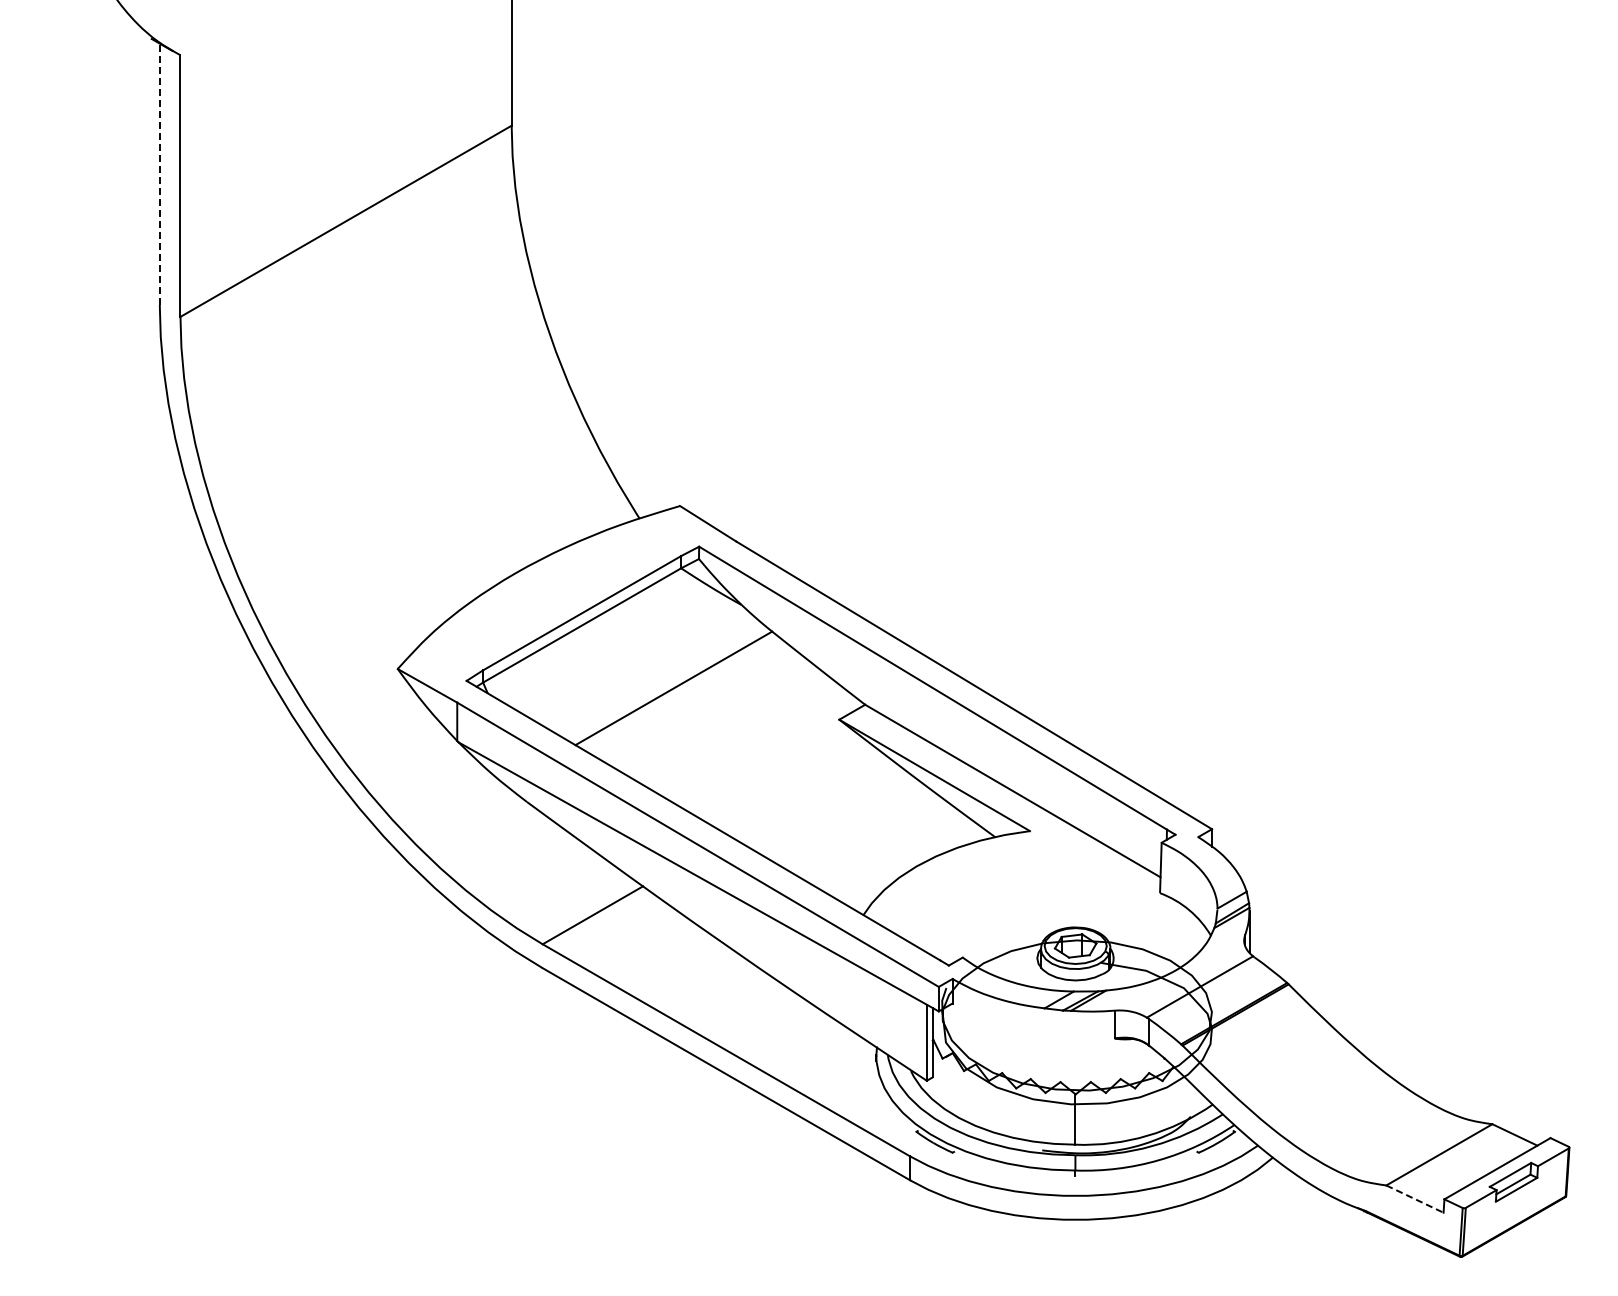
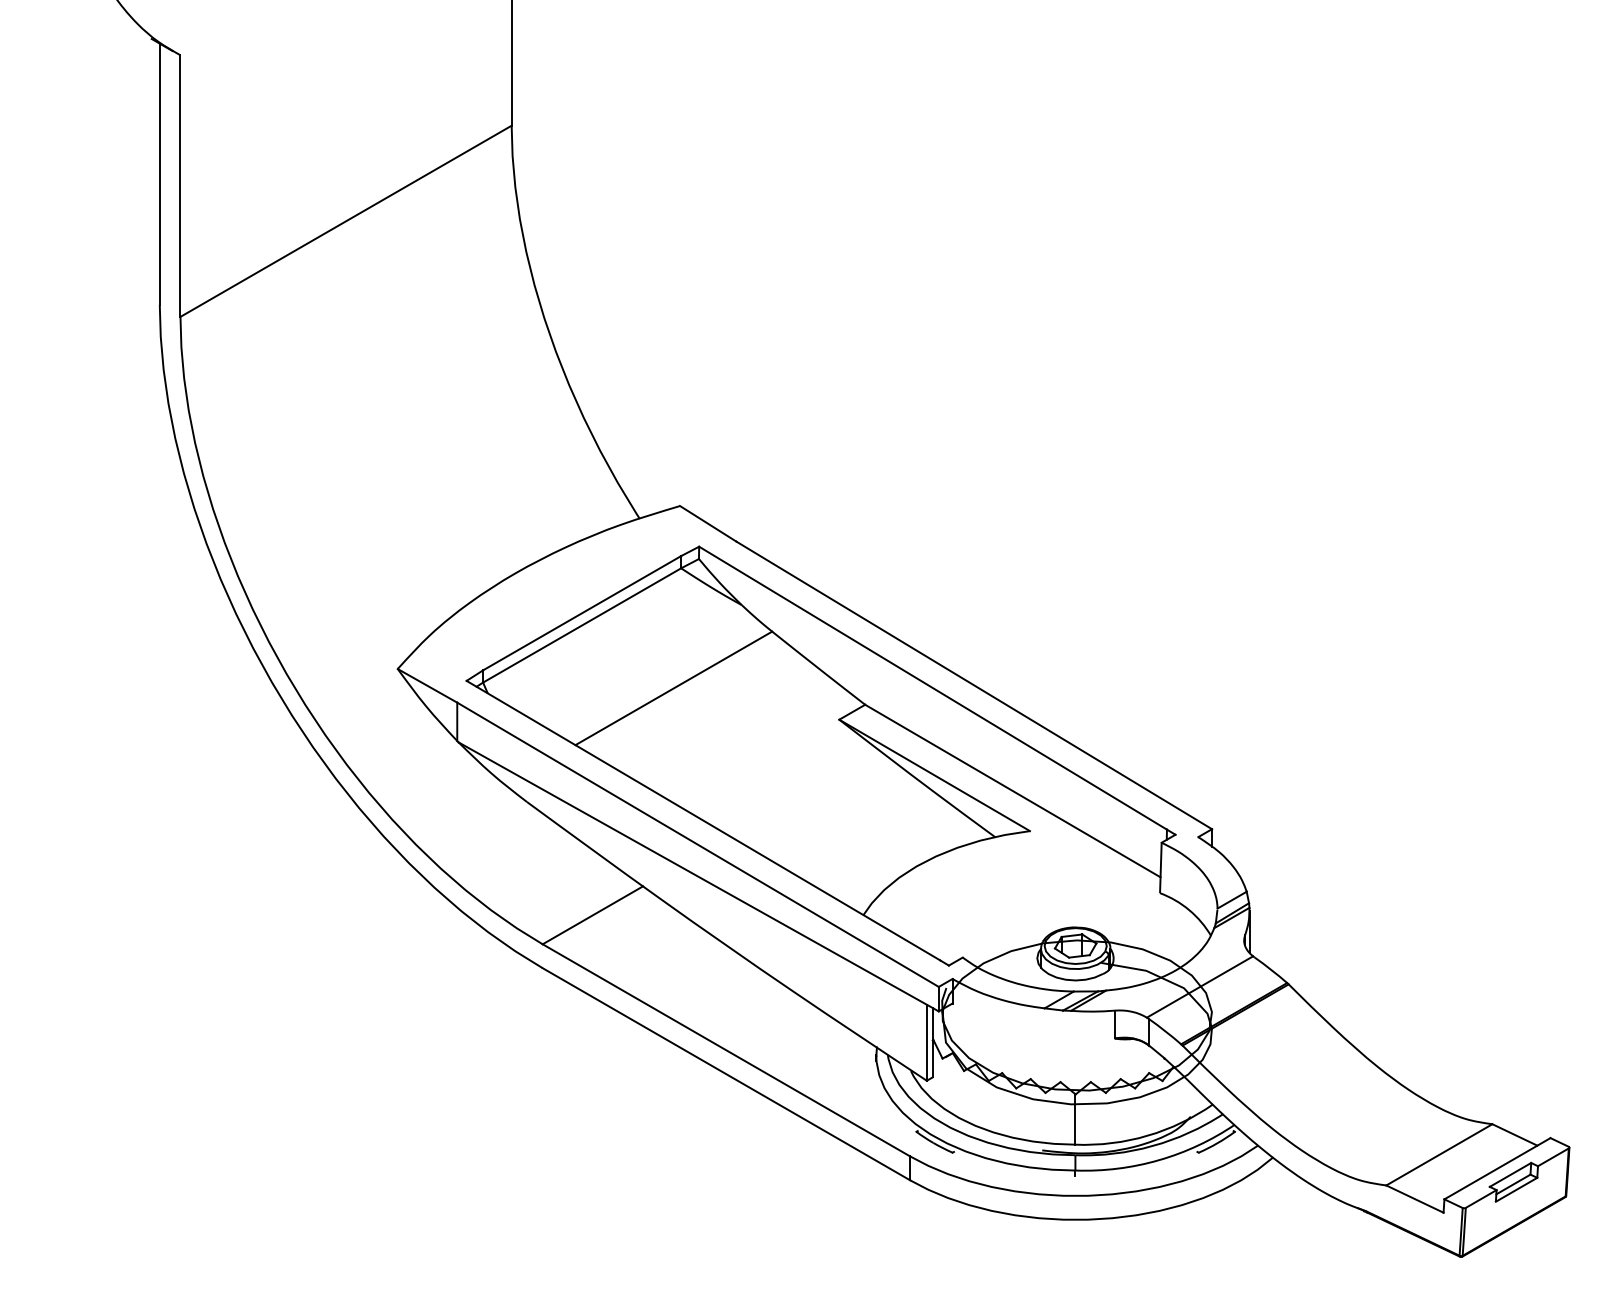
line at (159, 174): dashed -> solid
line at (1414, 1199): dashed -> solid
